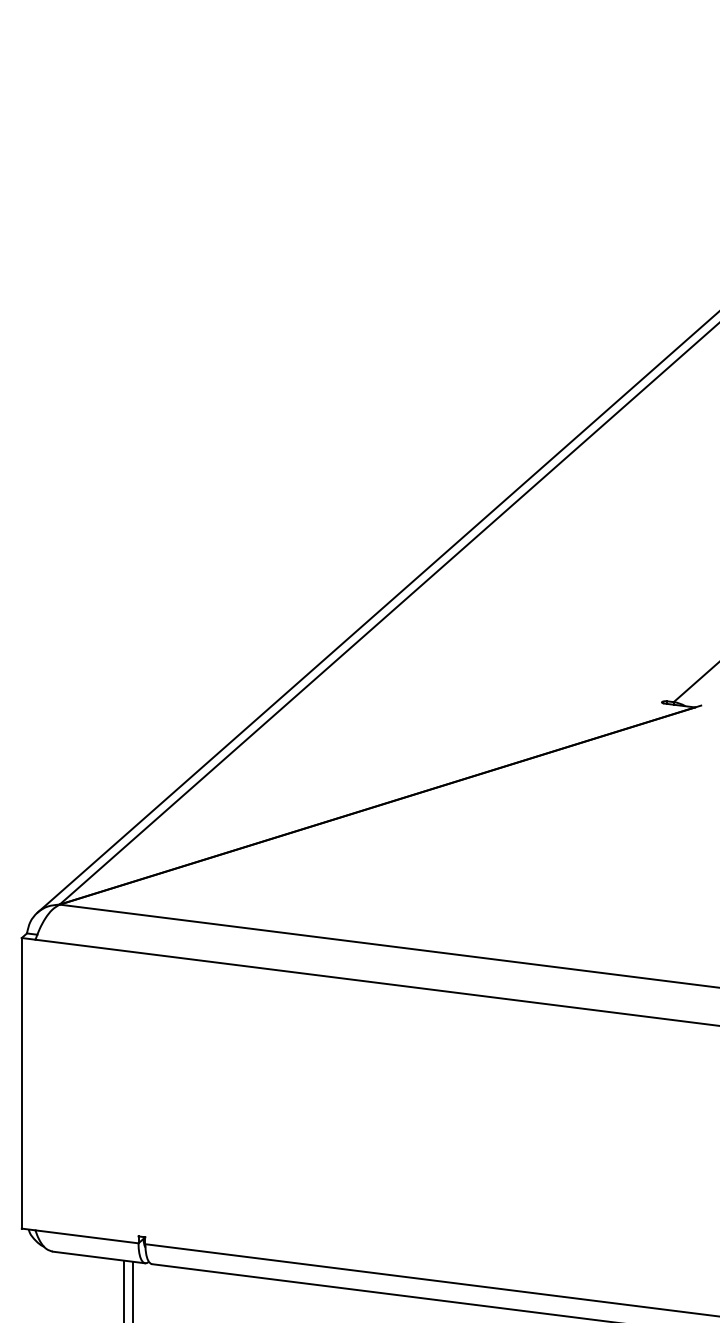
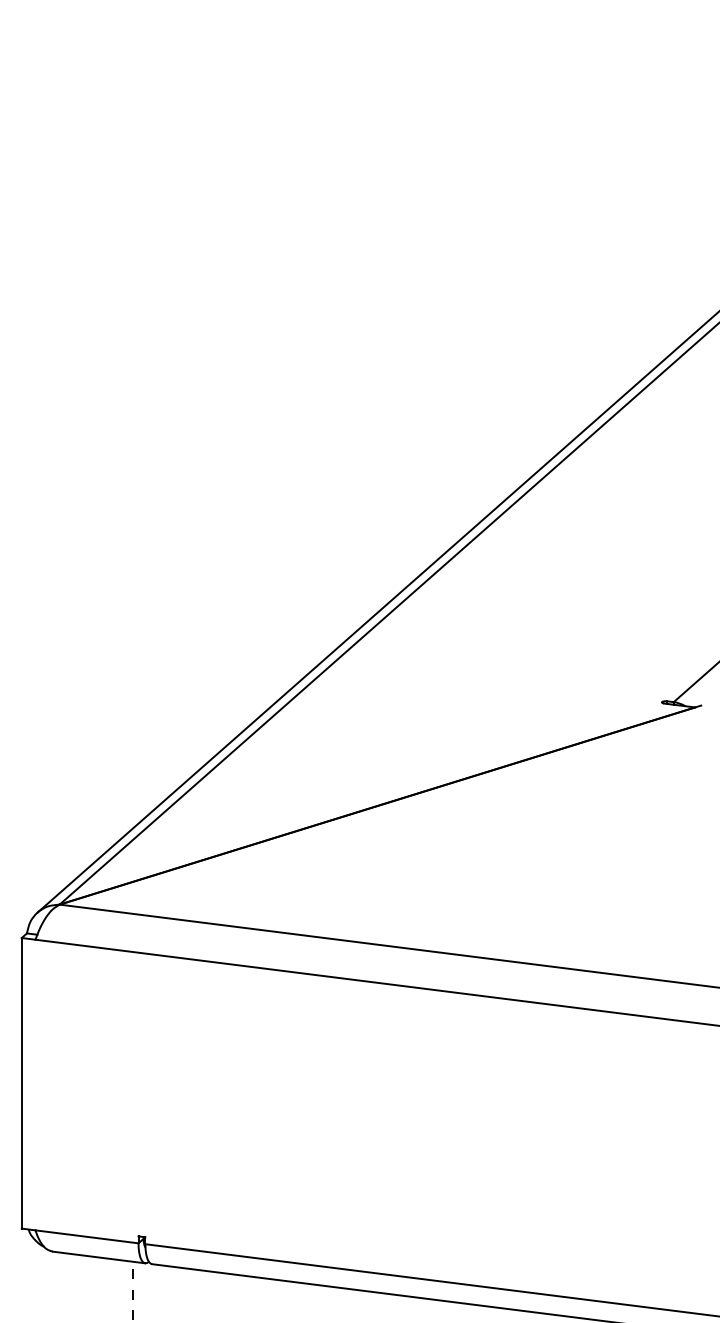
line at (123, 1289): present -> none
line at (133, 1291): solid -> dashed
